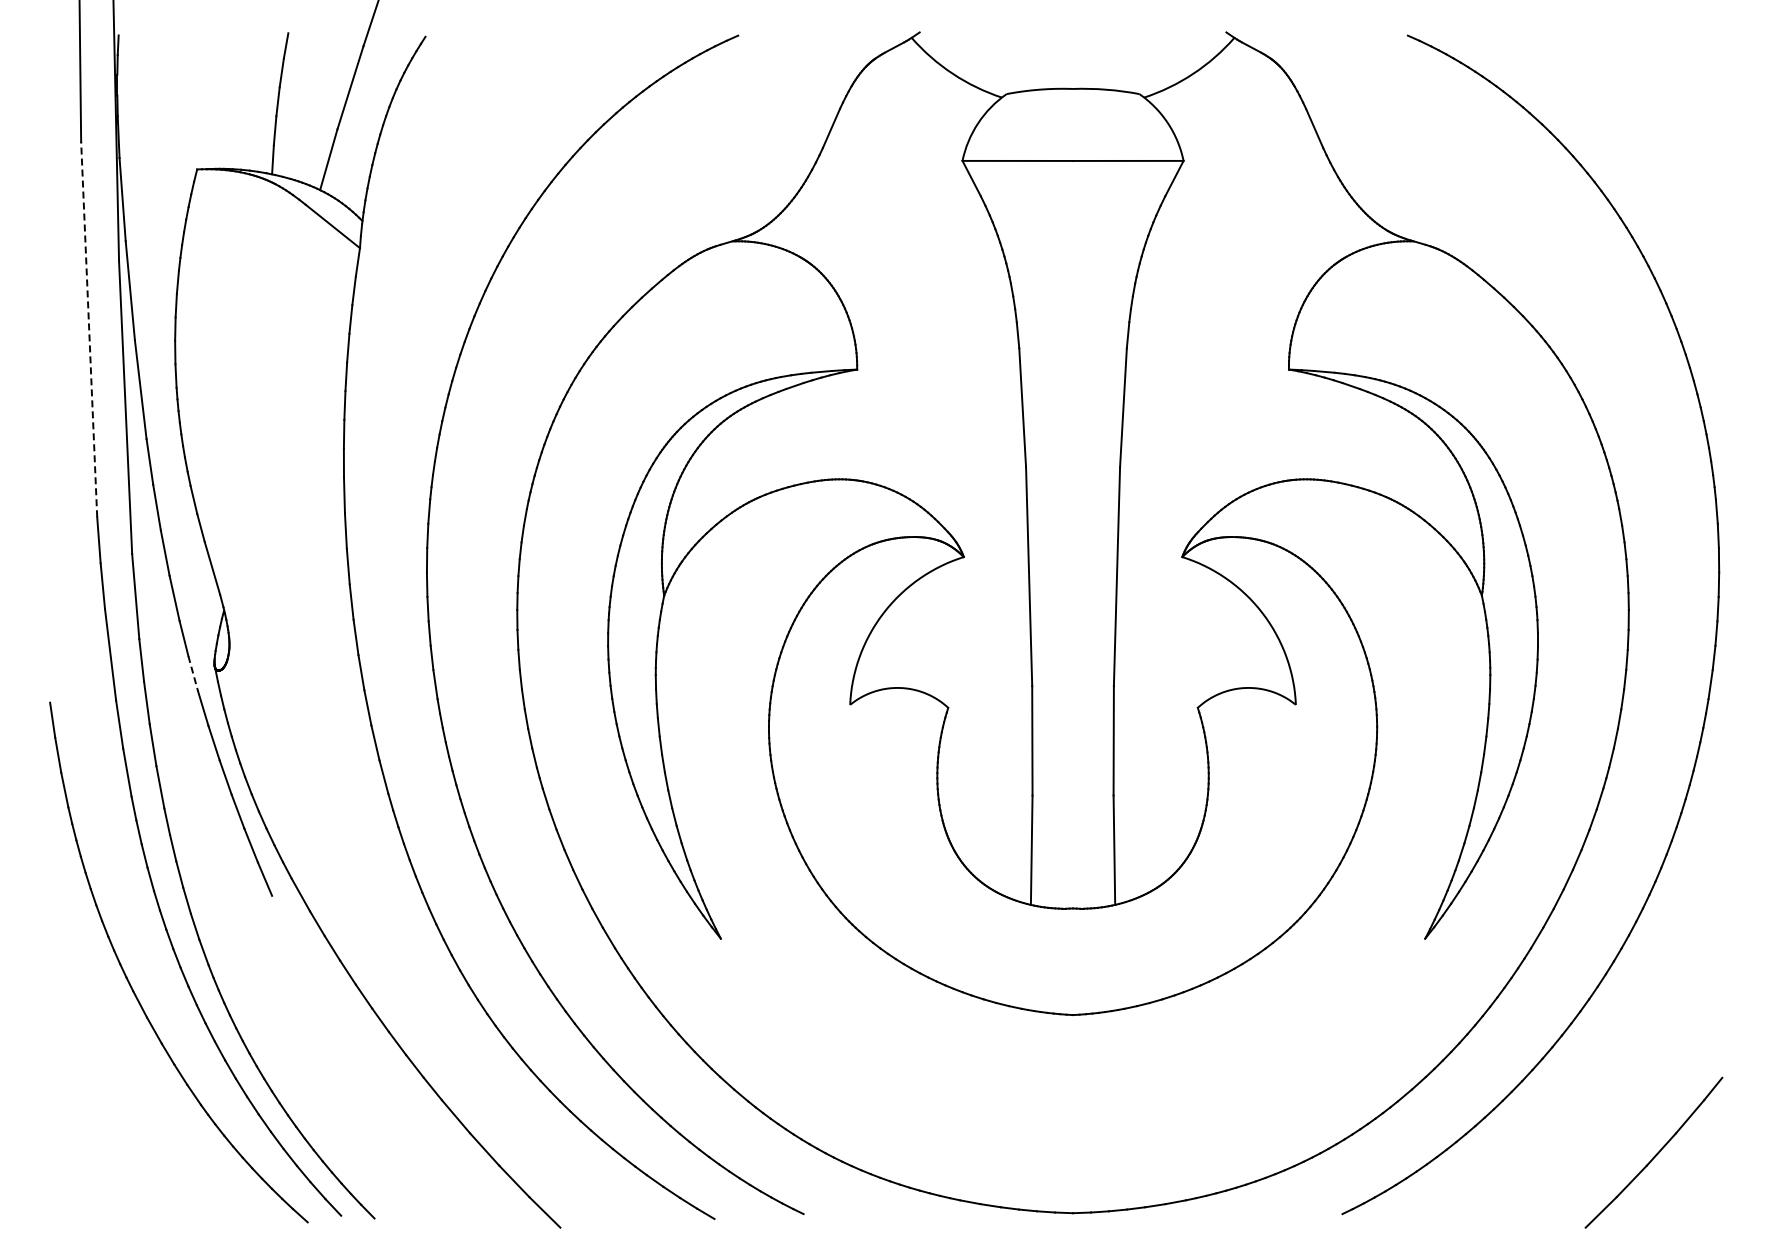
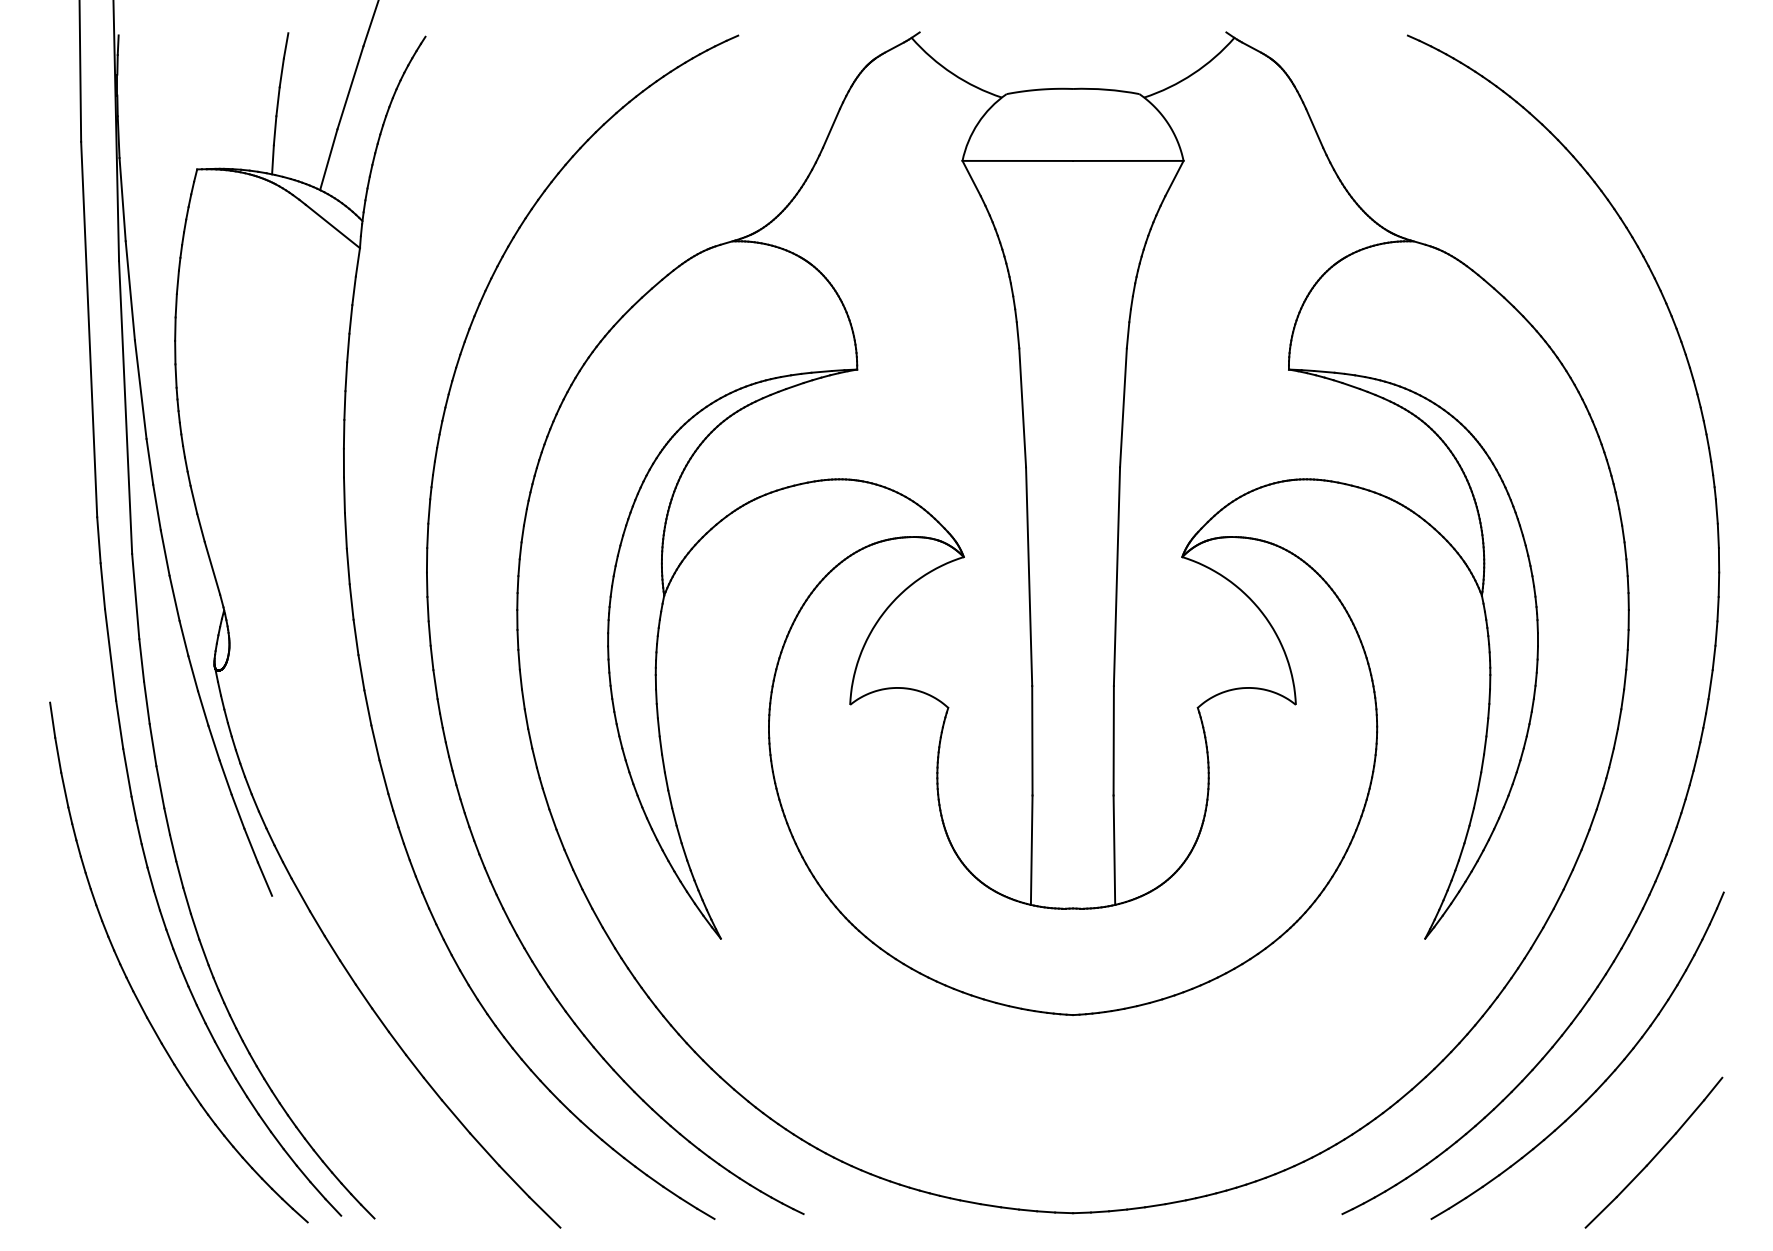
line at (89, 329): dashed -> solid
line at (193, 674): dashed -> solid
part at (1603, 1081): none -> present
